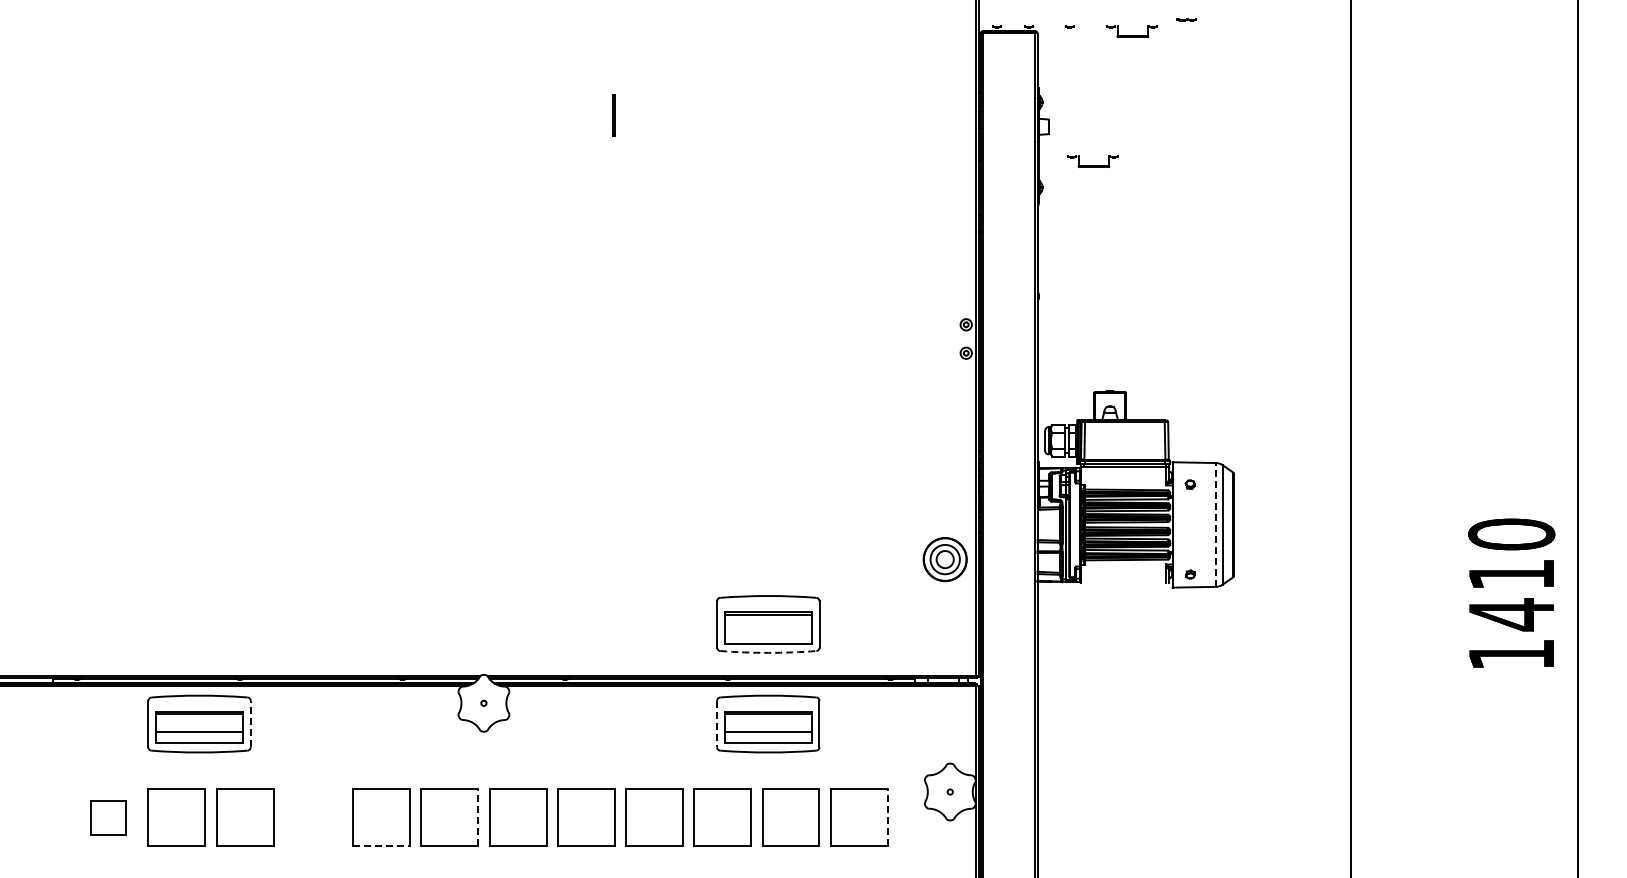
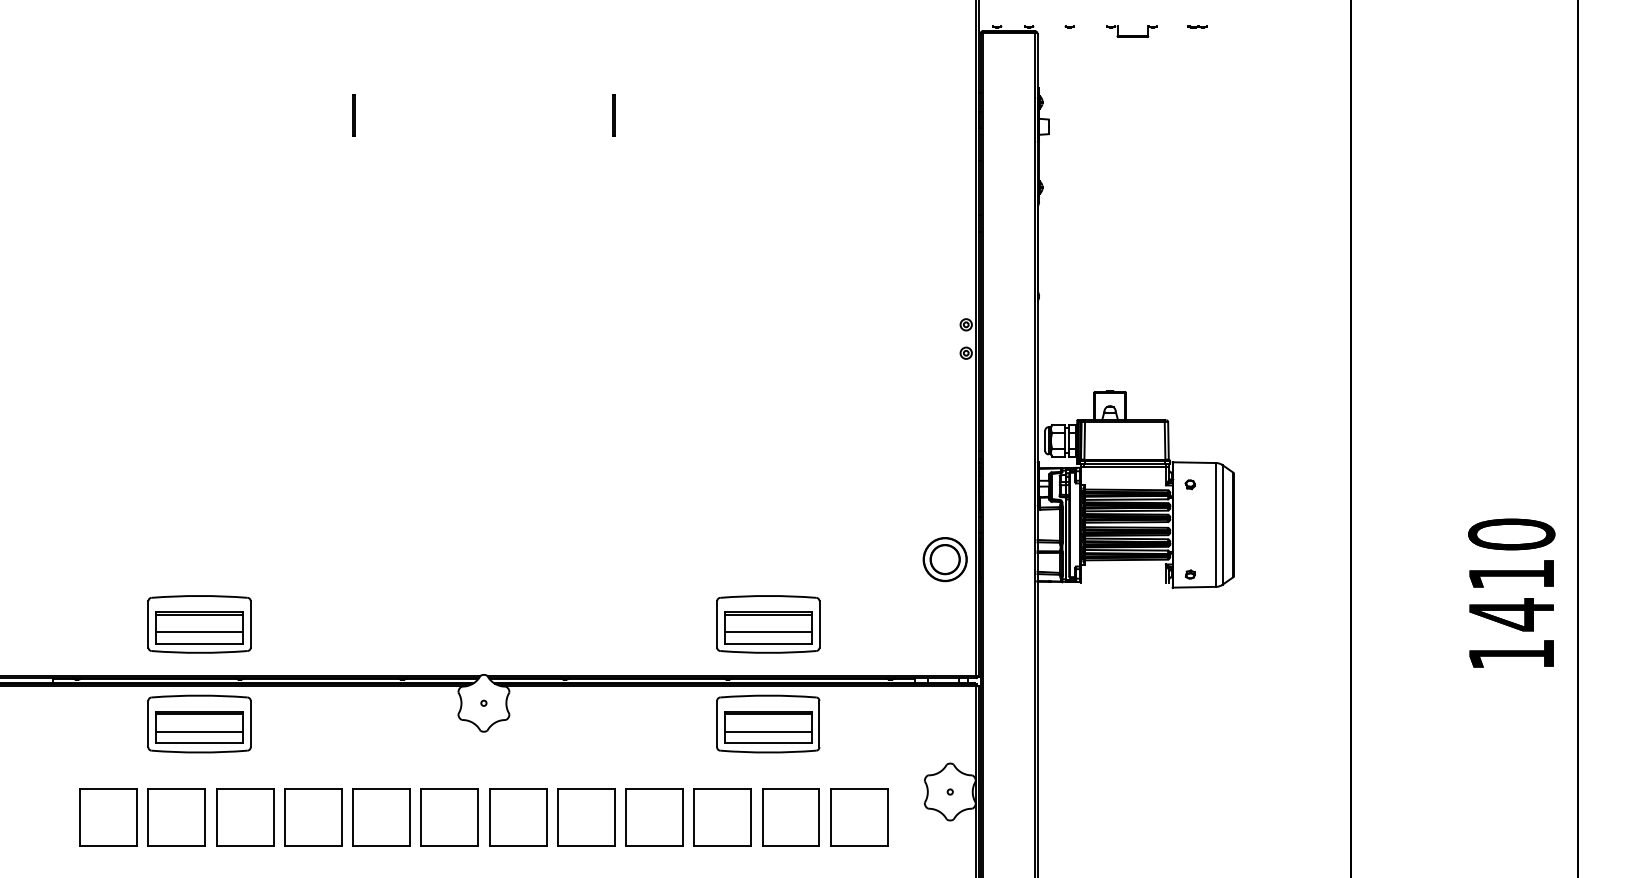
line at (1186, 19) position: (1186, 19) -> (1197, 26)
line at (353, 115): none -> present
part at (1092, 161): present -> none
line at (1216, 524): dashed -> solid
circle at (944, 559) diameter: 17 px -> 29 px
part at (199, 624): none -> present
line at (768, 632): none -> present
arc at (768, 652): dashed -> solid
line at (250, 723): dashed -> solid
line at (717, 724): dashed -> solid
part at (108, 817) size: 37x36 px -> 59x59 px
part at (313, 817): none -> present
line at (478, 817): dashed -> solid
line at (887, 817): dashed -> solid
line at (382, 846): dashed -> solid
